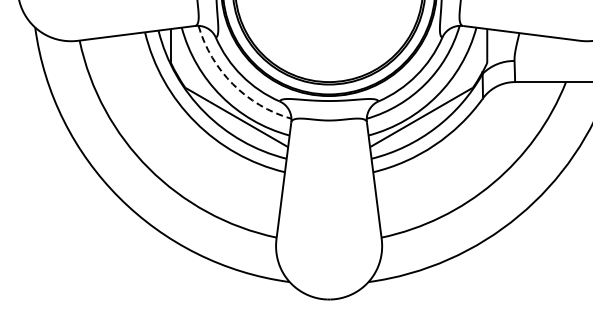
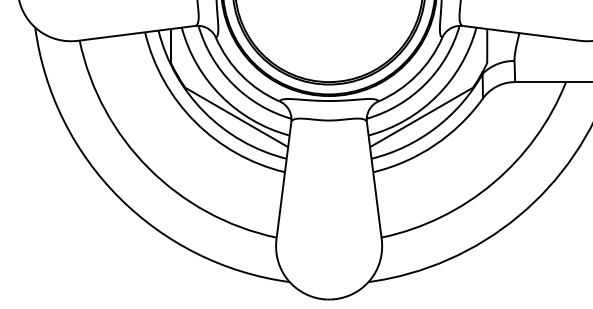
arc at (233, 84): dashed -> solid
